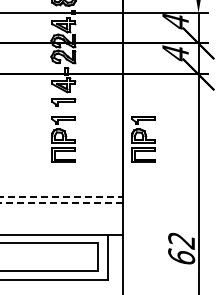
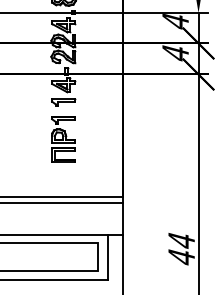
part at (143, 139): present -> none
line at (62, 196): dashed -> solid
line at (61, 202): dashed -> solid
text at (181, 248): 62 -> 44
